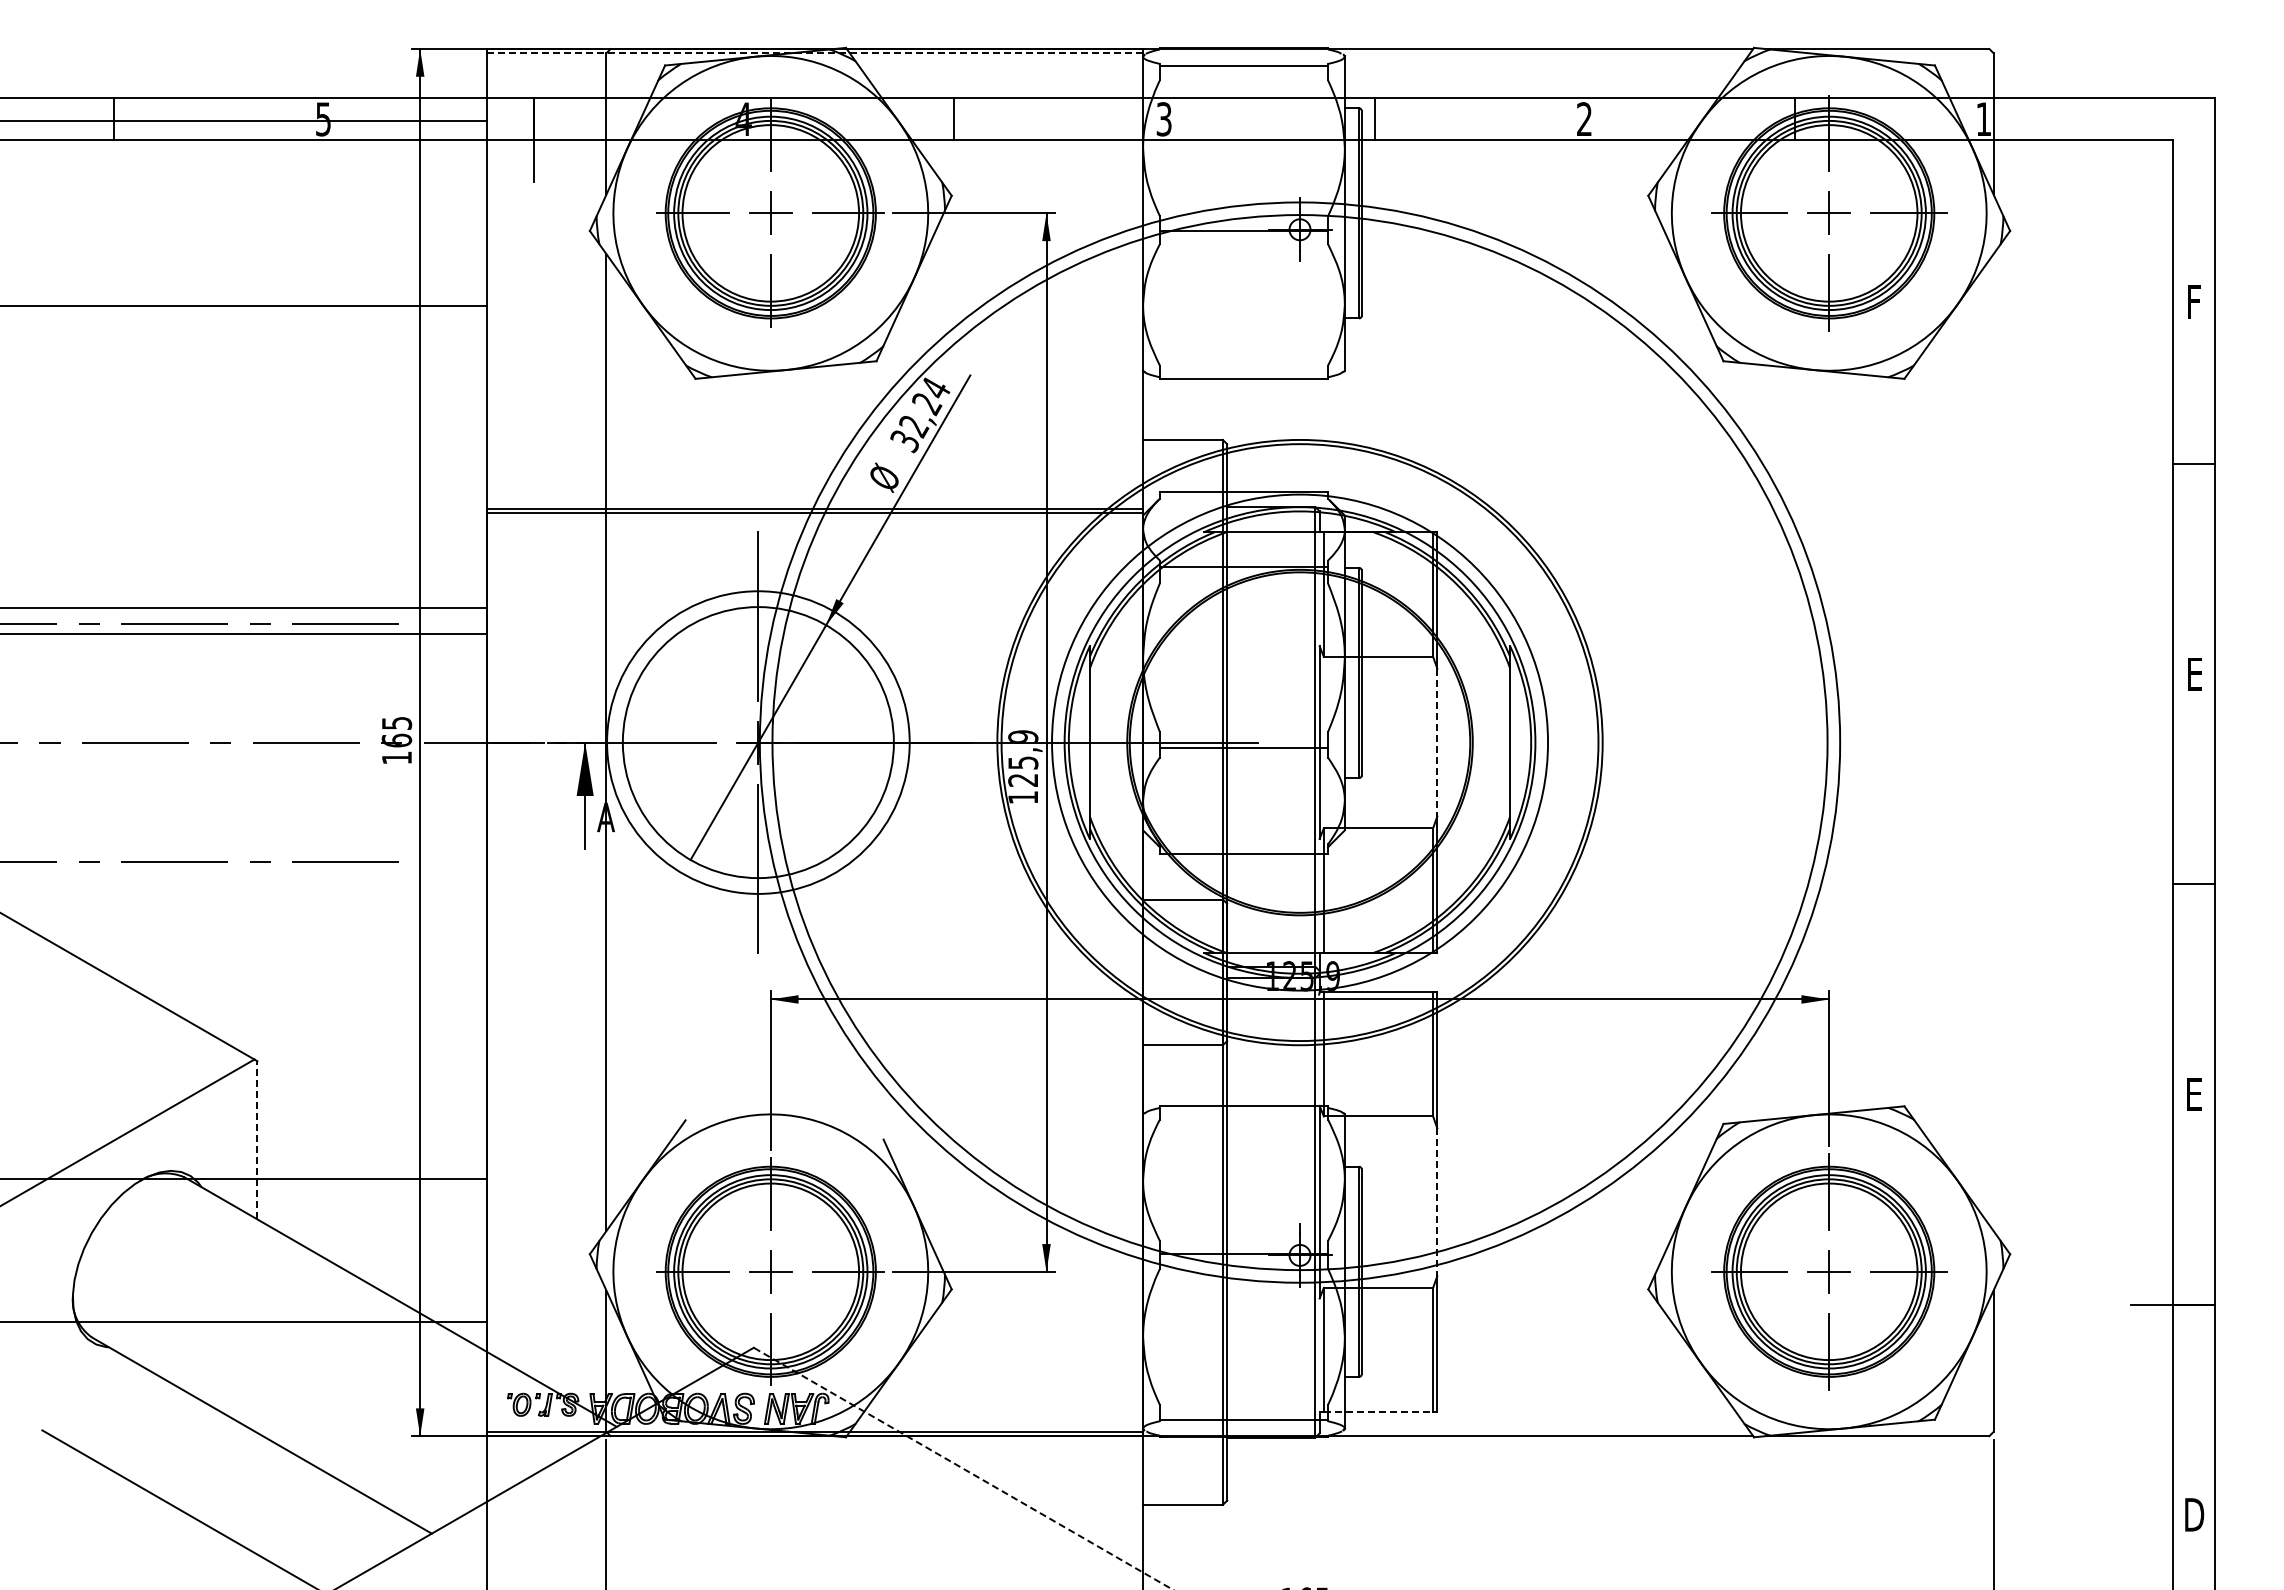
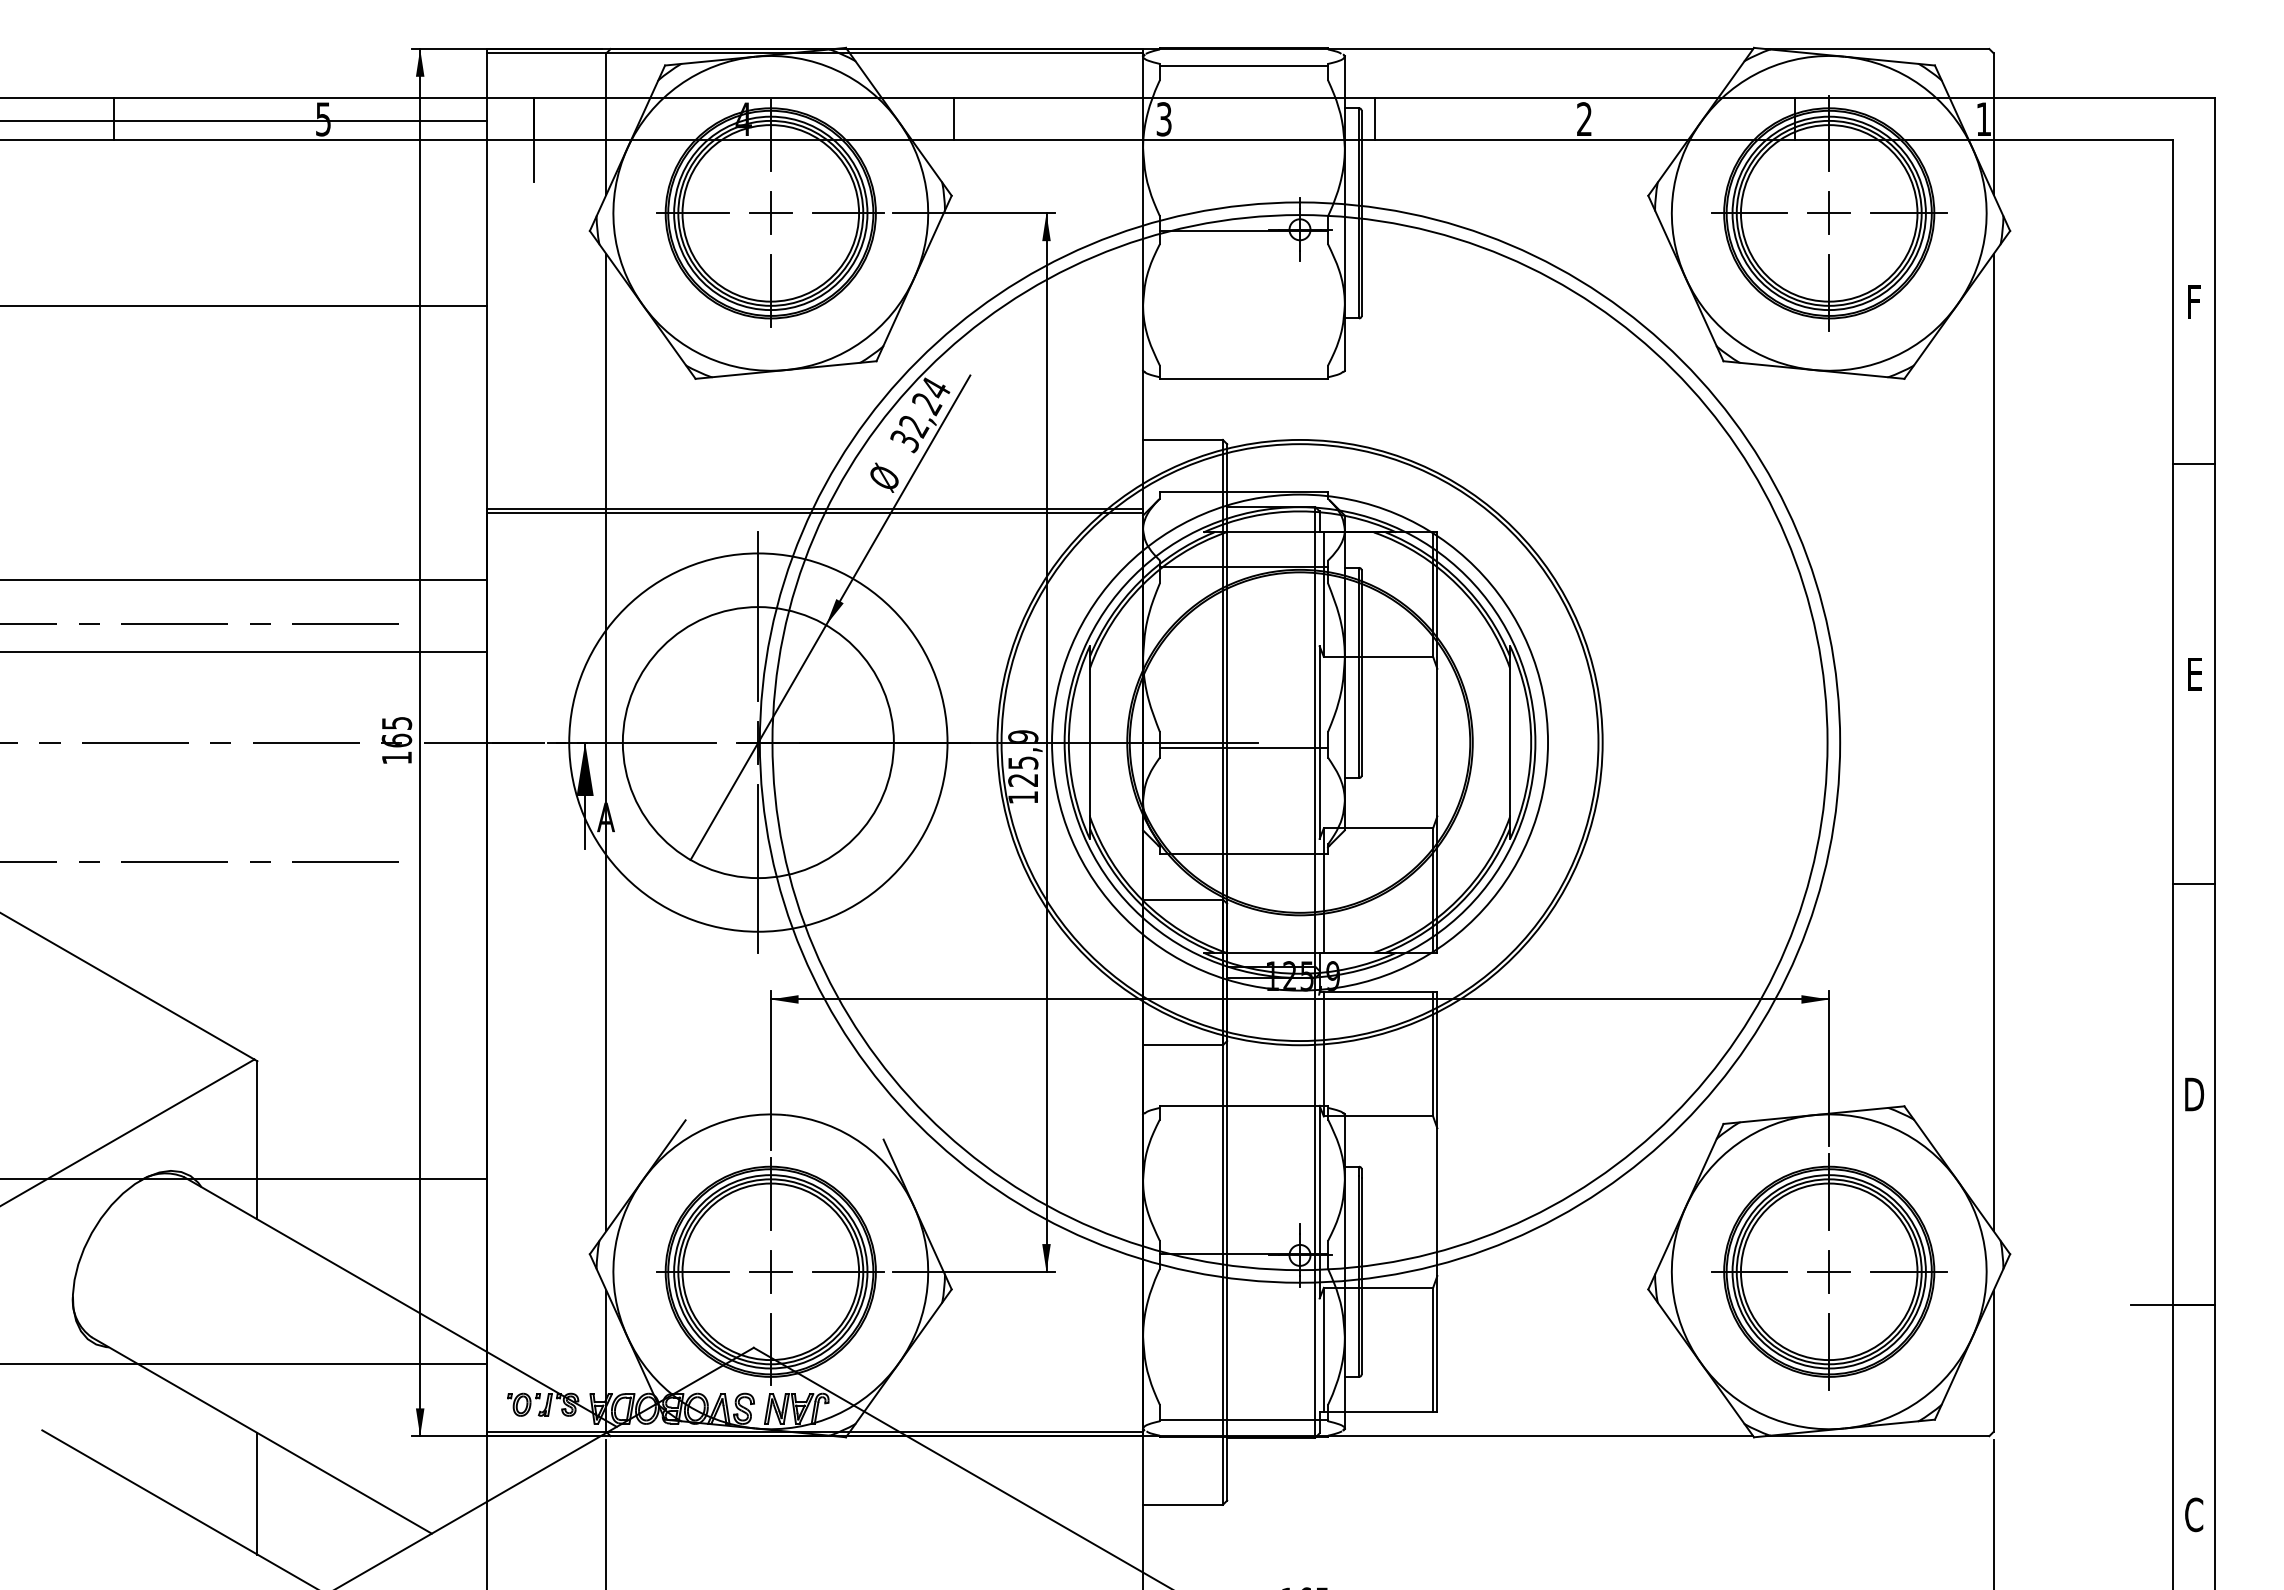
line at (815, 53): dashed -> solid
line at (244, 608) position: (244, 608) -> (244, 580)
line at (244, 633) position: (244, 633) -> (244, 651)
circle at (758, 742) diameter: 303 px -> 378 px
line at (1437, 742): dashed -> solid
line at (1993, 742): none -> present
text at (2194, 1094): E -> D
line at (257, 1139): dashed -> solid
line at (1437, 1202): dashed -> solid
line at (244, 1322) position: (244, 1322) -> (244, 1364)
line at (1378, 1412): dashed -> solid
line at (963, 1468): dashed -> solid
line at (257, 1493): none -> present
text at (2194, 1514): D -> C
